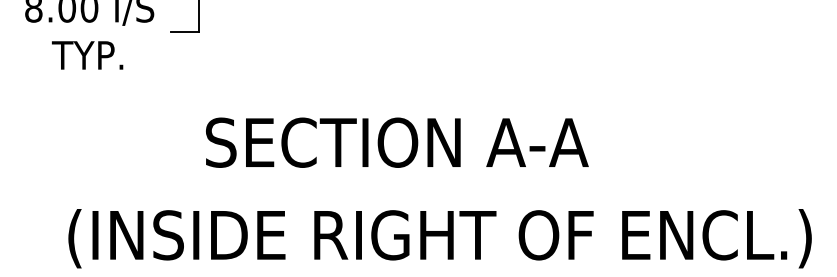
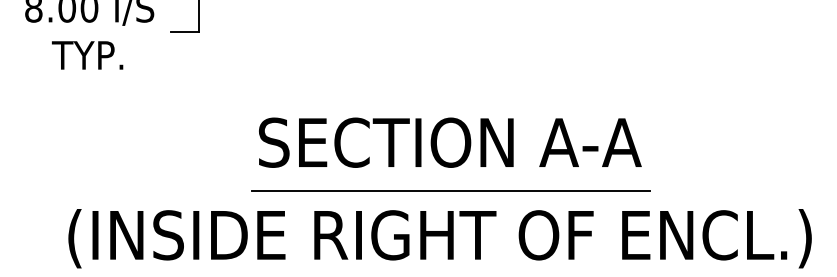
text at (397, 142) position: (397, 142) -> (450, 142)
line at (450, 190): none -> present
